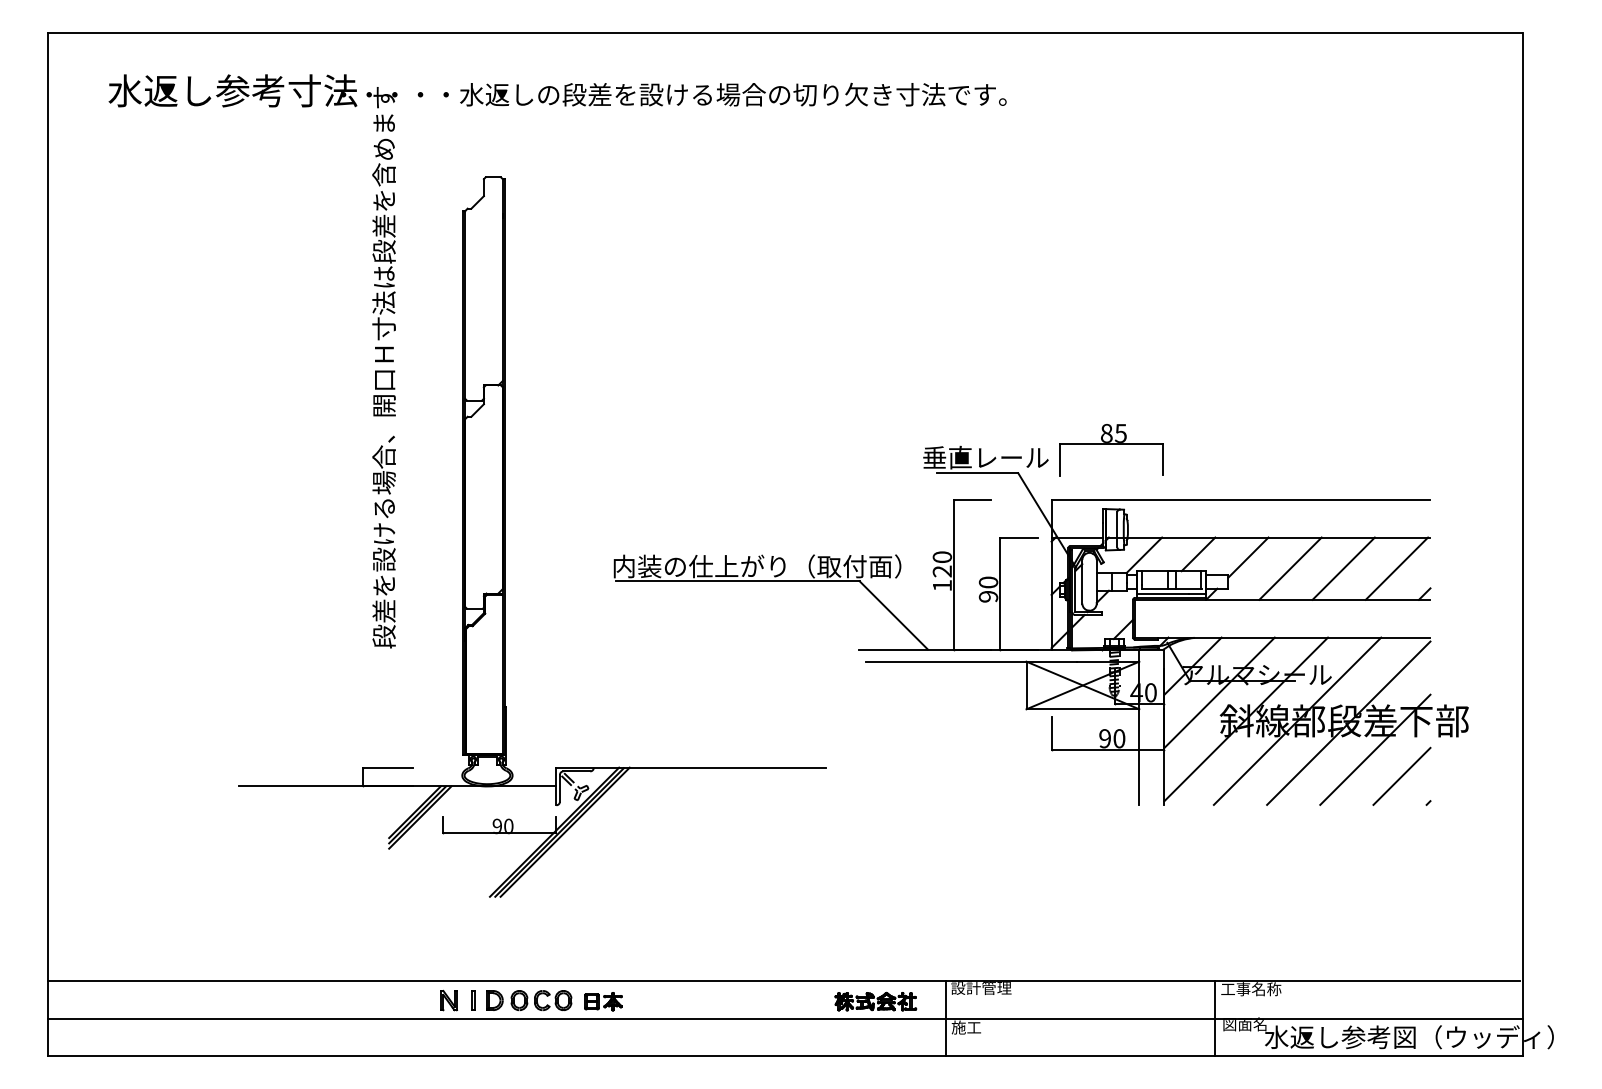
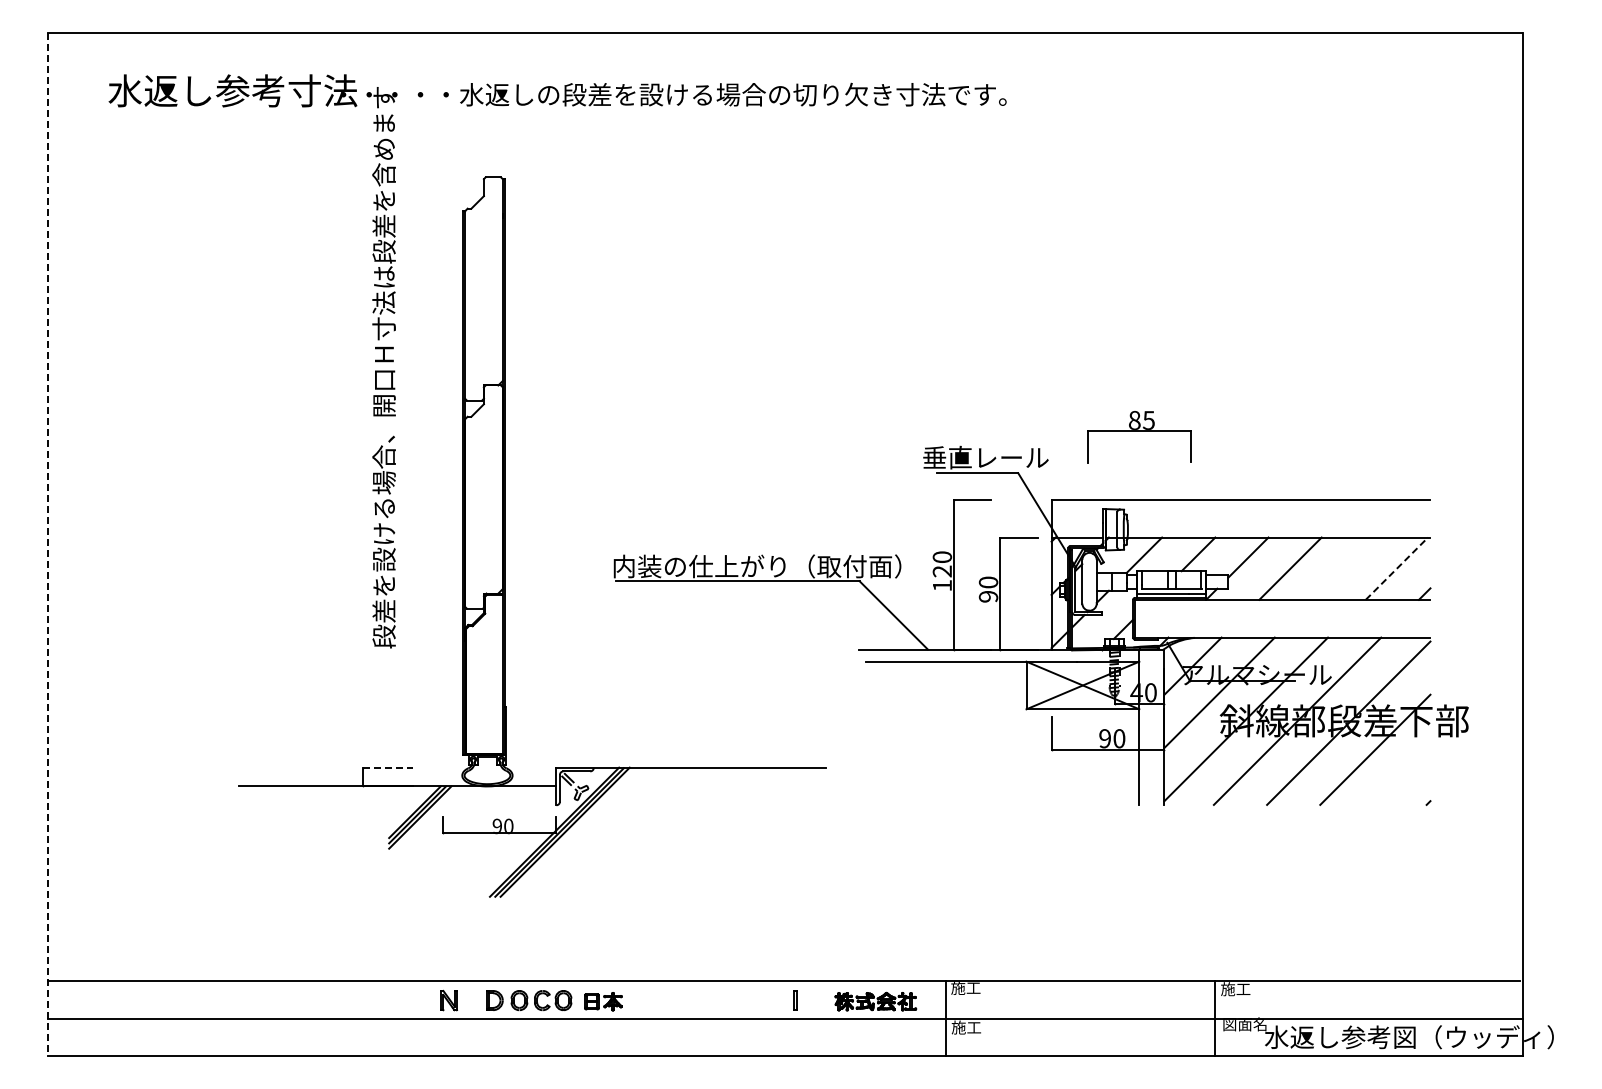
part at (1111, 450) position: (1111, 450) -> (1139, 437)
line at (48, 544): solid -> dashed
line at (1343, 568): present -> none
line at (1397, 568): solid -> dashed
line at (387, 767): solid -> dashed
line at (1401, 775): present -> none
text at (981, 988): 設計管理 -> 施工
text at (1251, 989): 工事名称 -> 施工
line at (472, 1000) position: (472, 1000) -> (794, 1000)
